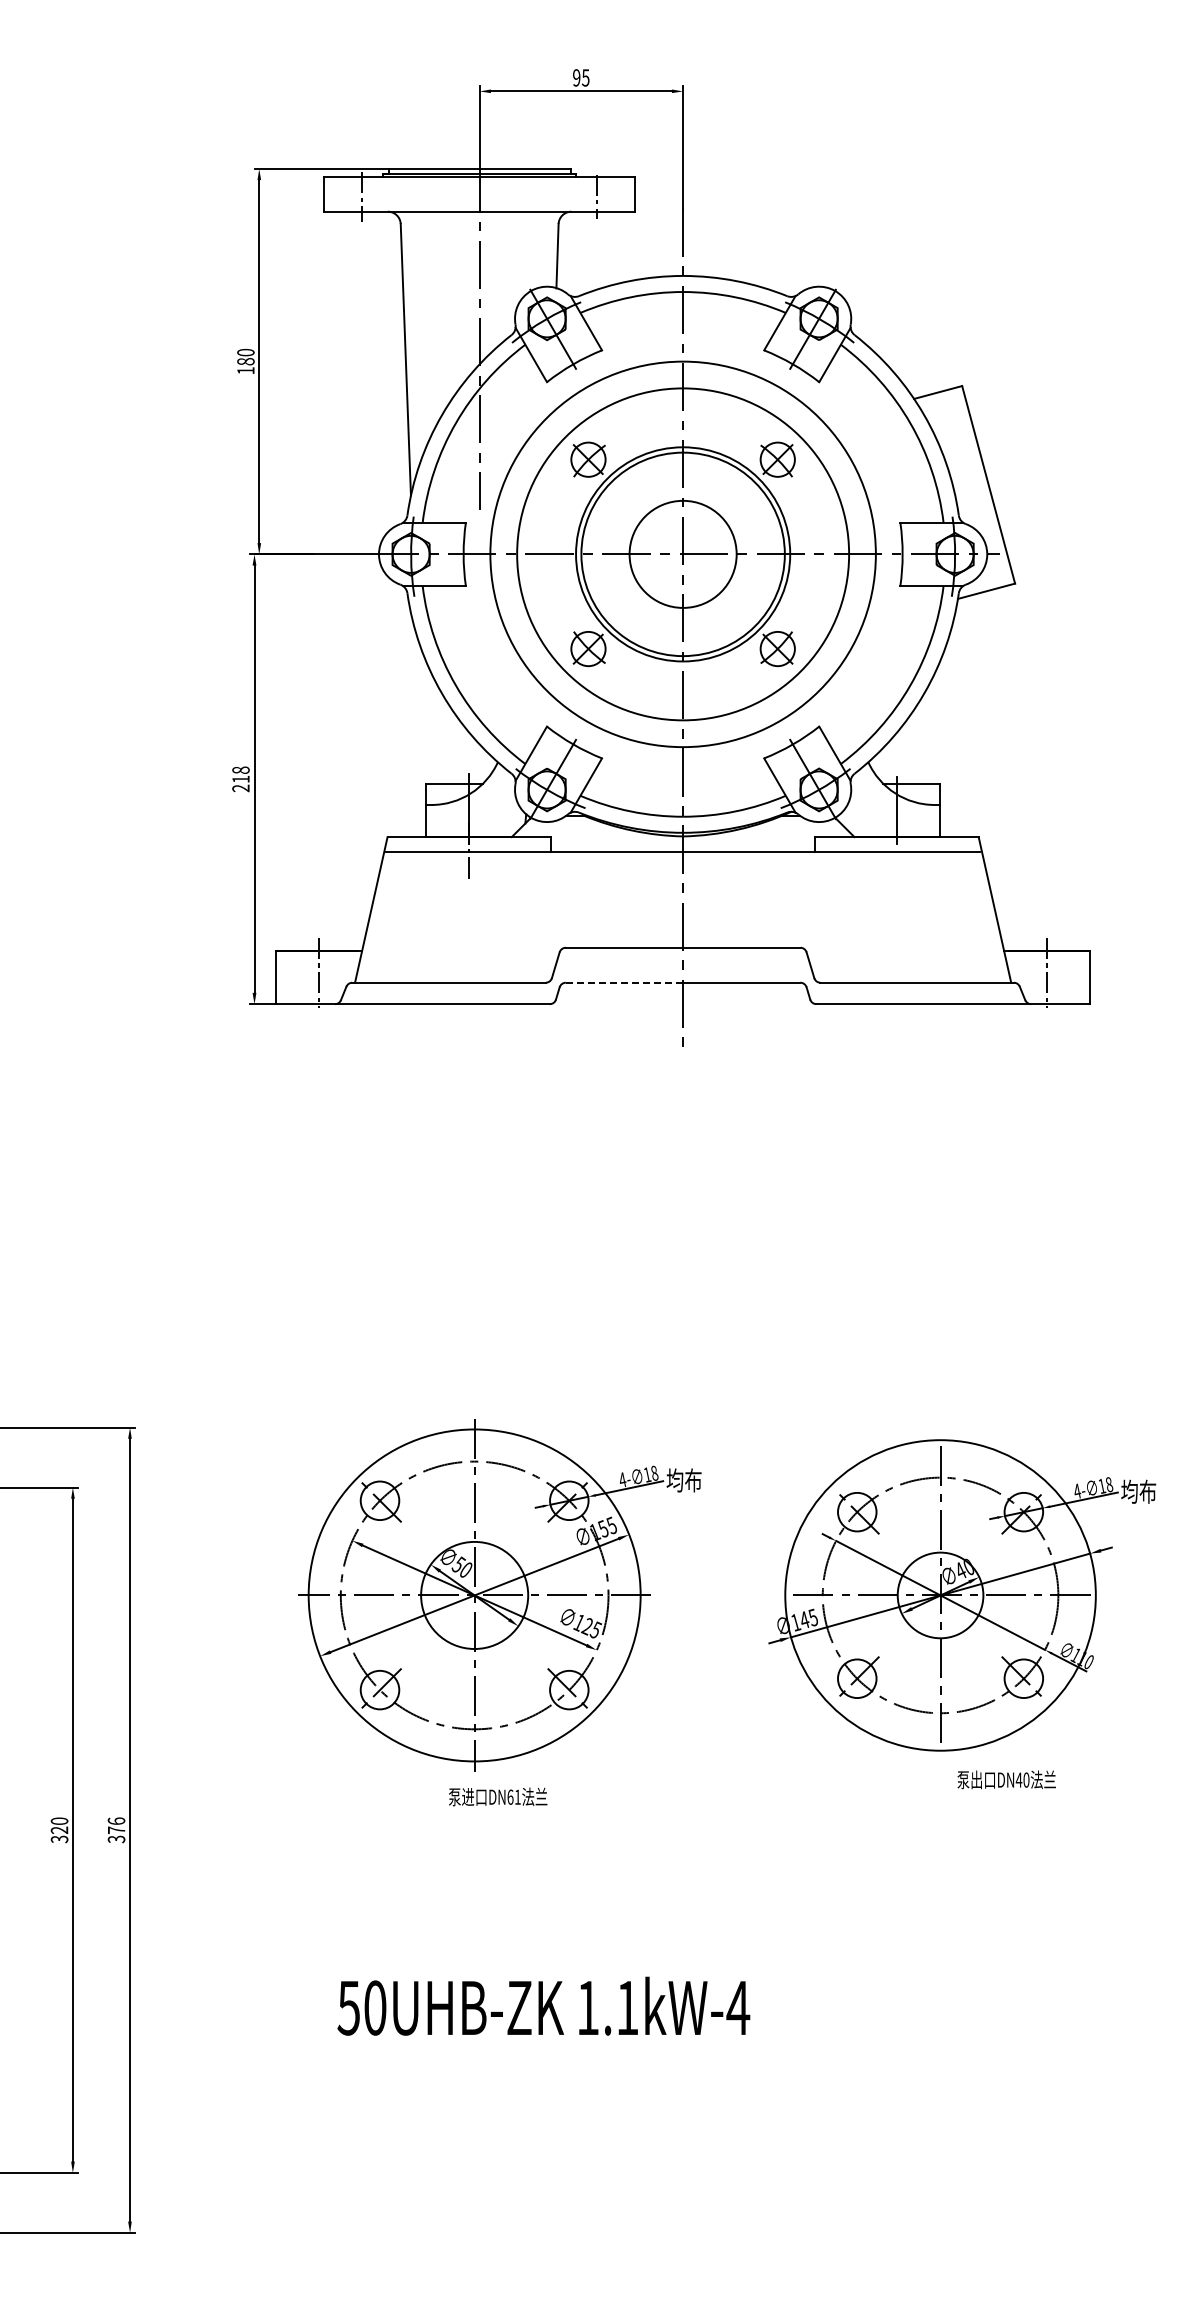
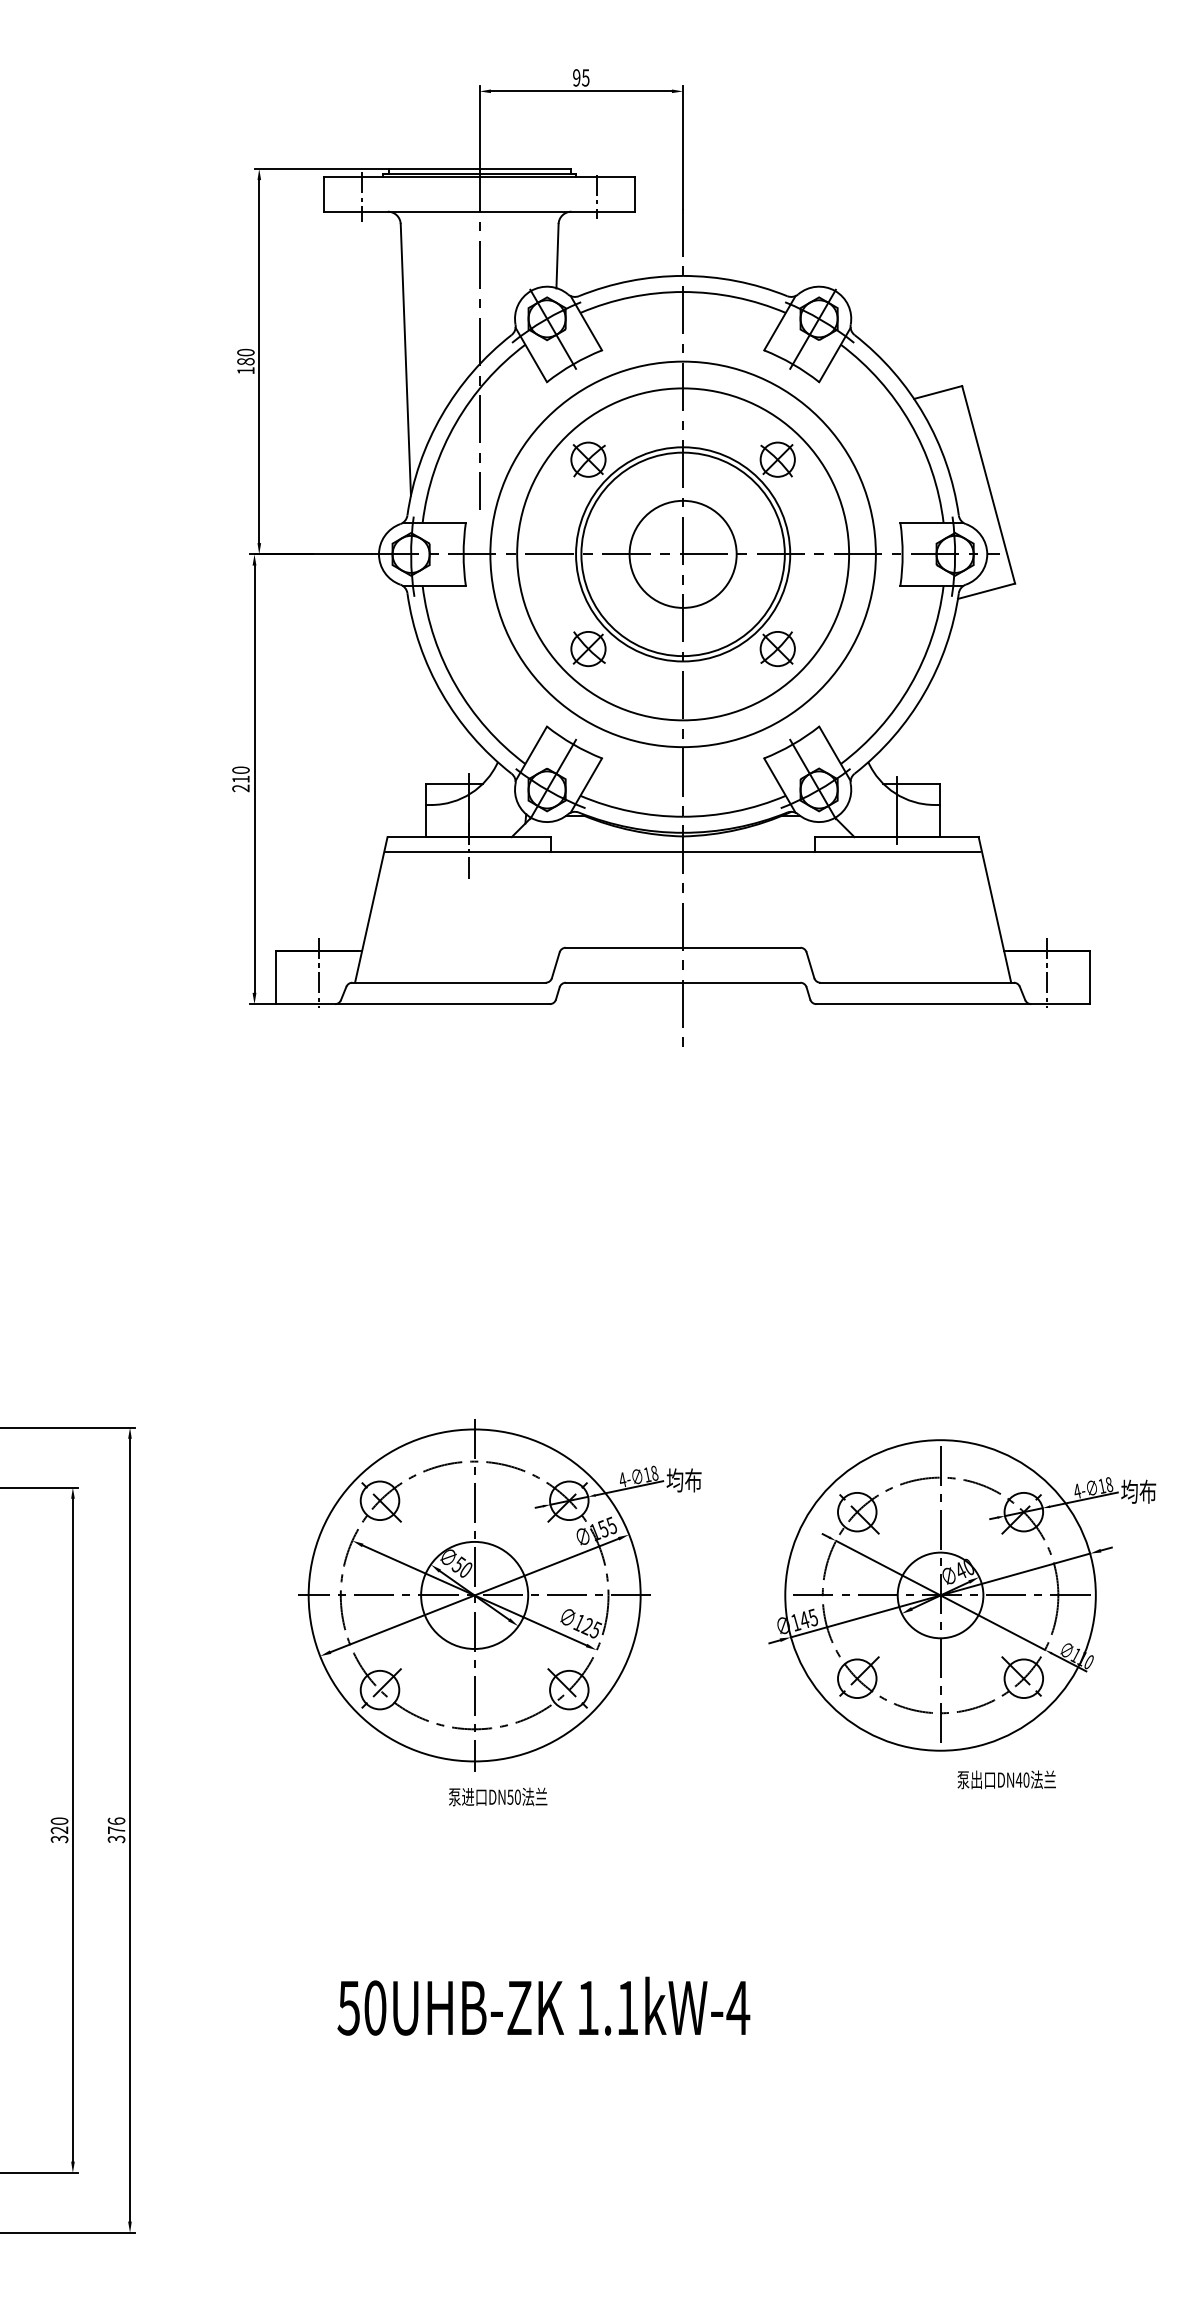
text at (240, 769): 218 -> 210
line at (624, 982): dashed -> solid
text at (513, 1796): DN61 -> DN50
